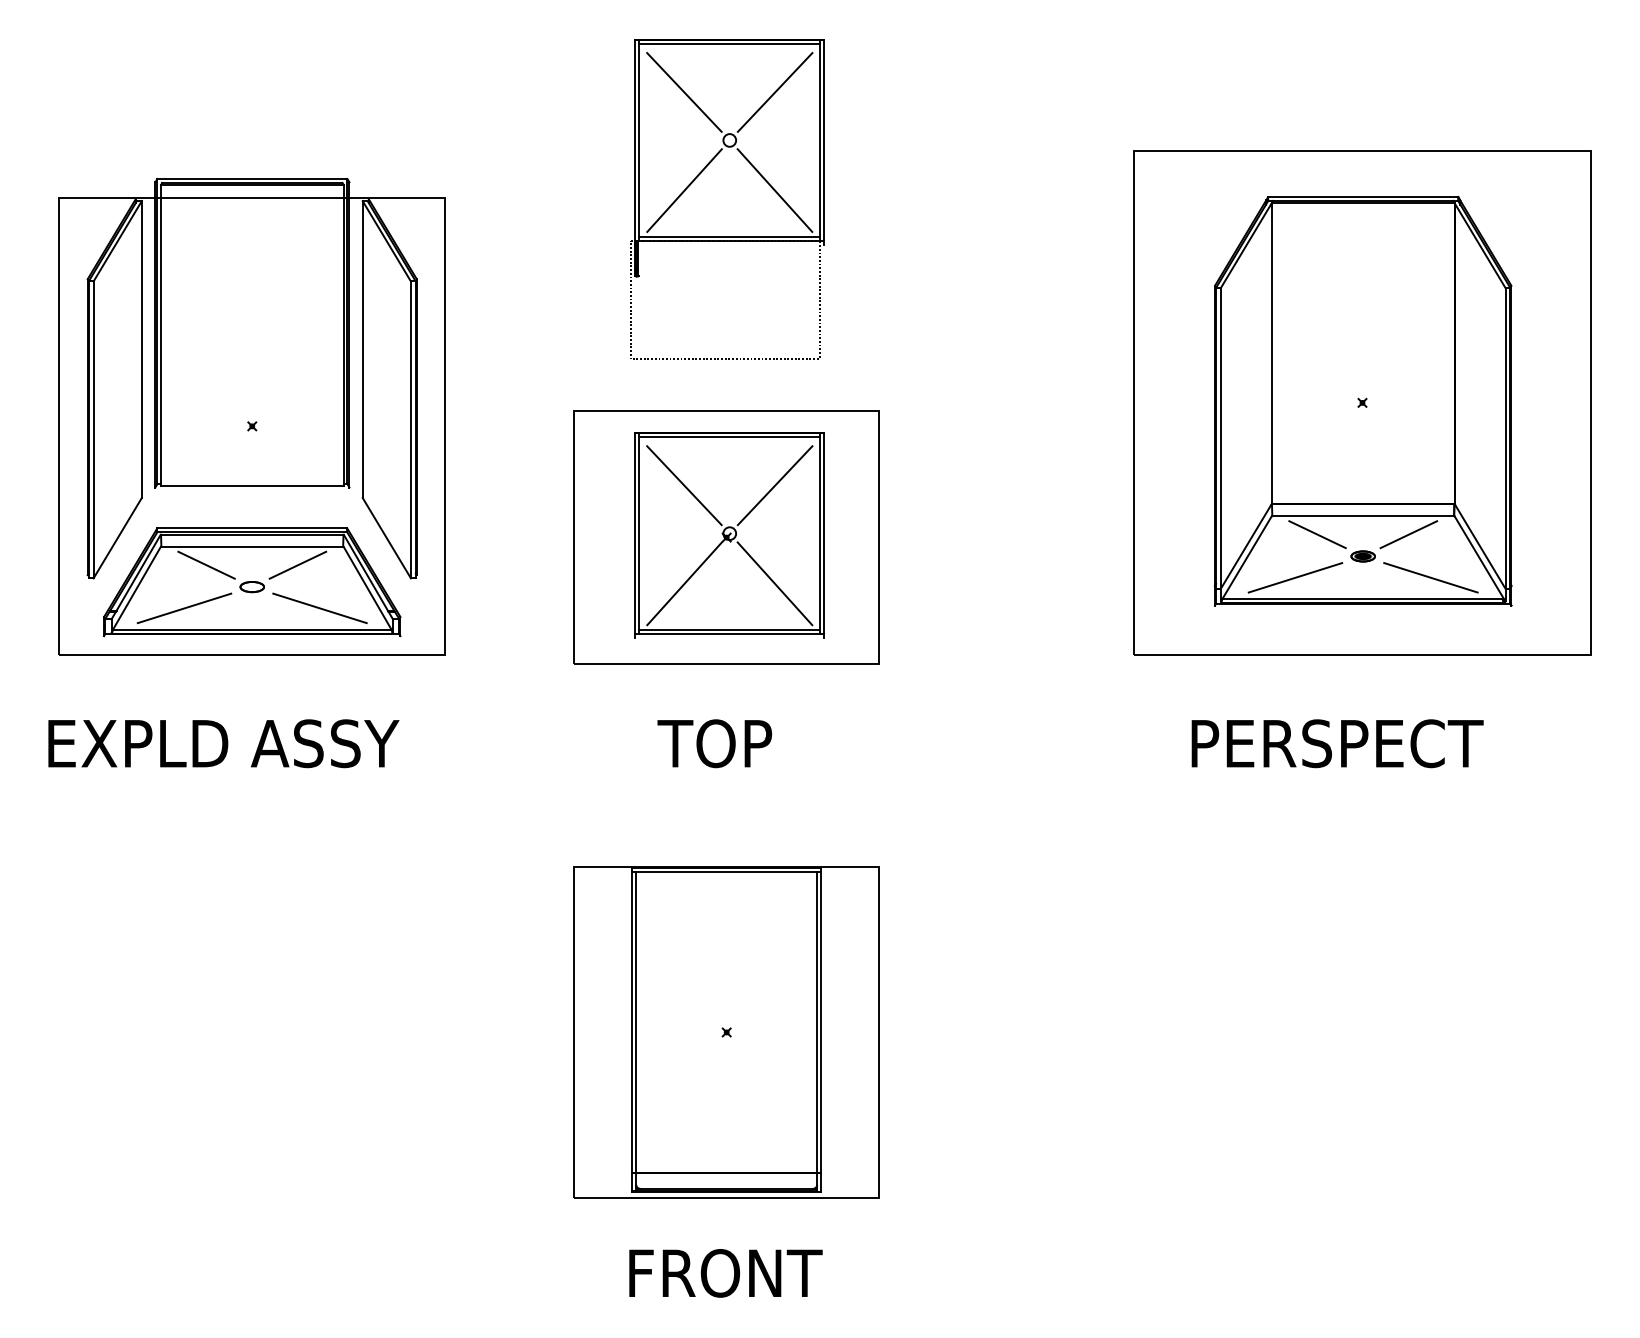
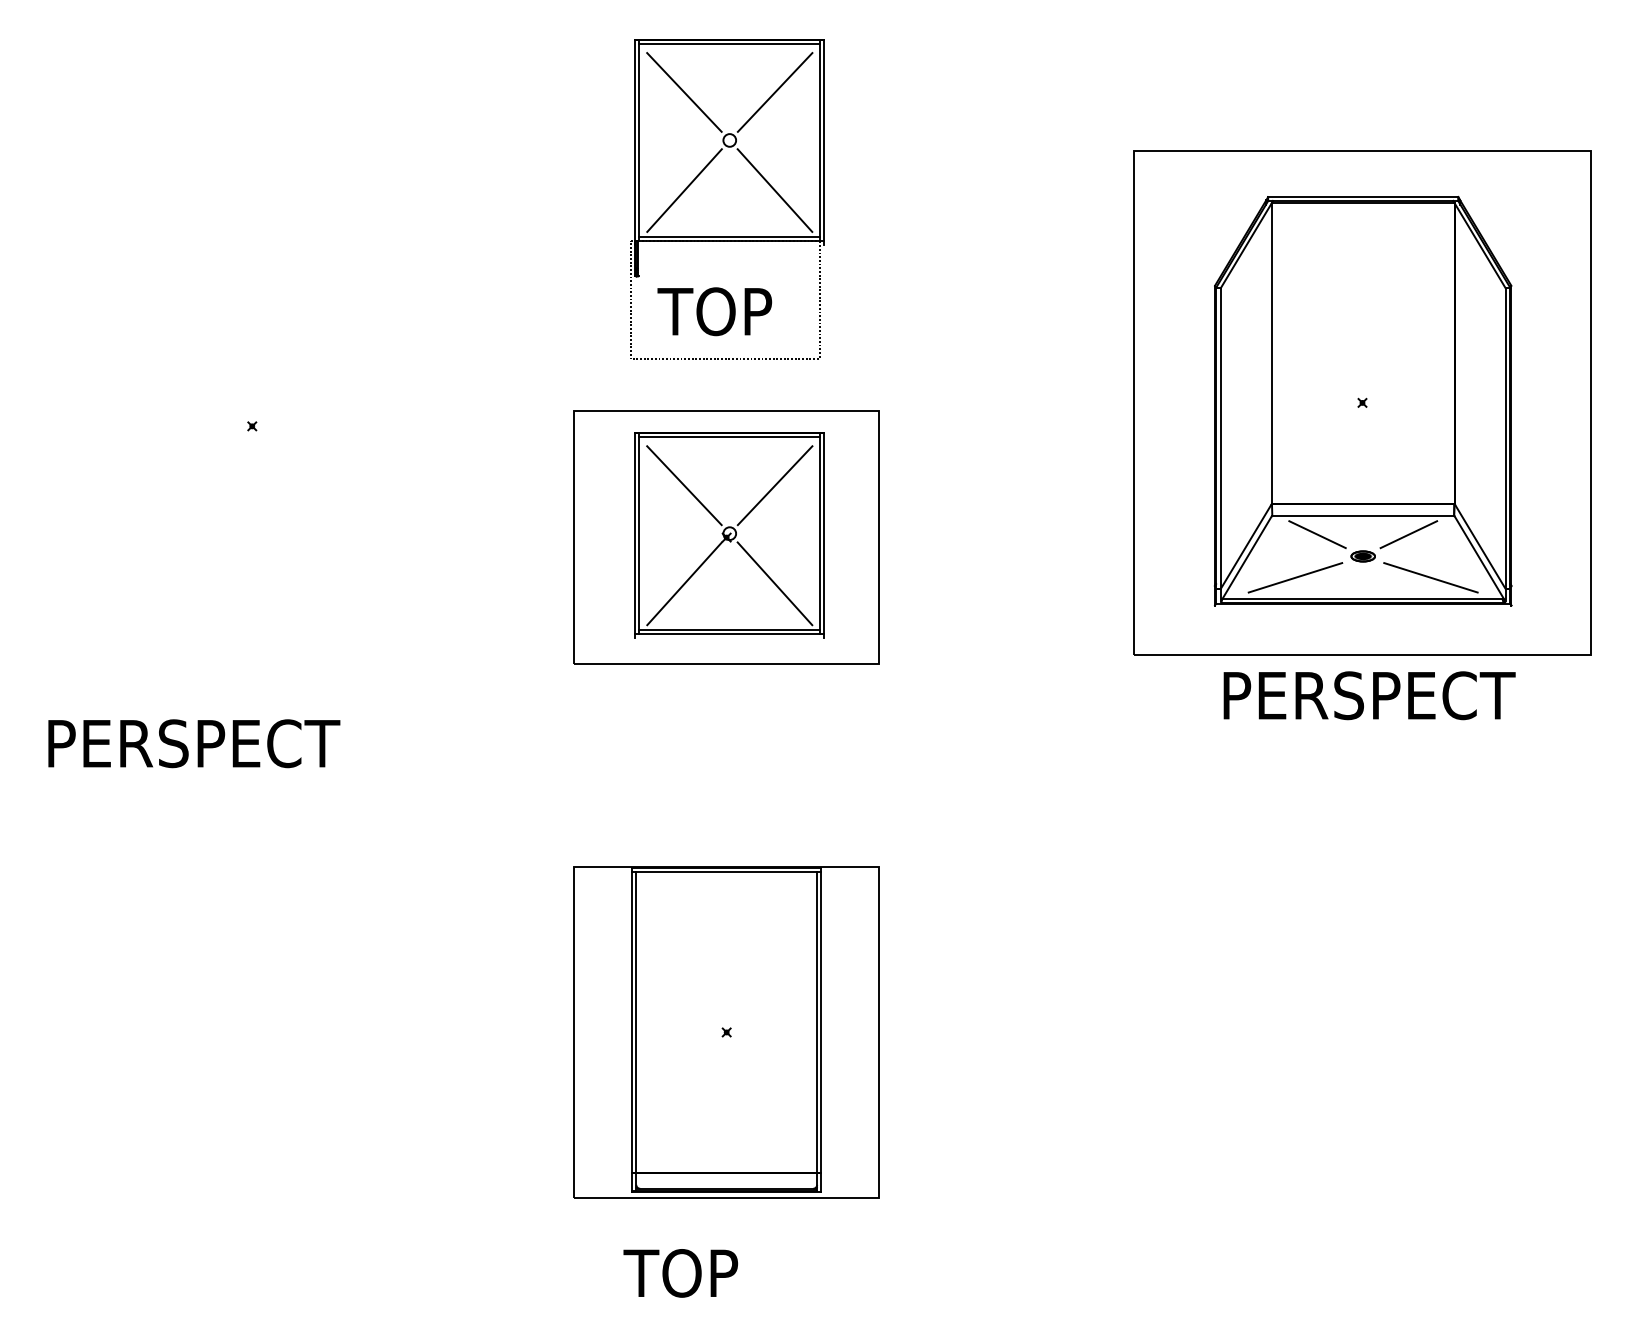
part at (251, 416): present -> none
text at (226, 743): EXPLD ASSY -> PERSPECT
text at (714, 743) position: (714, 743) -> (714, 311)
text at (1337, 743) position: (1337, 743) -> (1369, 695)
text at (722, 1273): FRONT -> TOP
